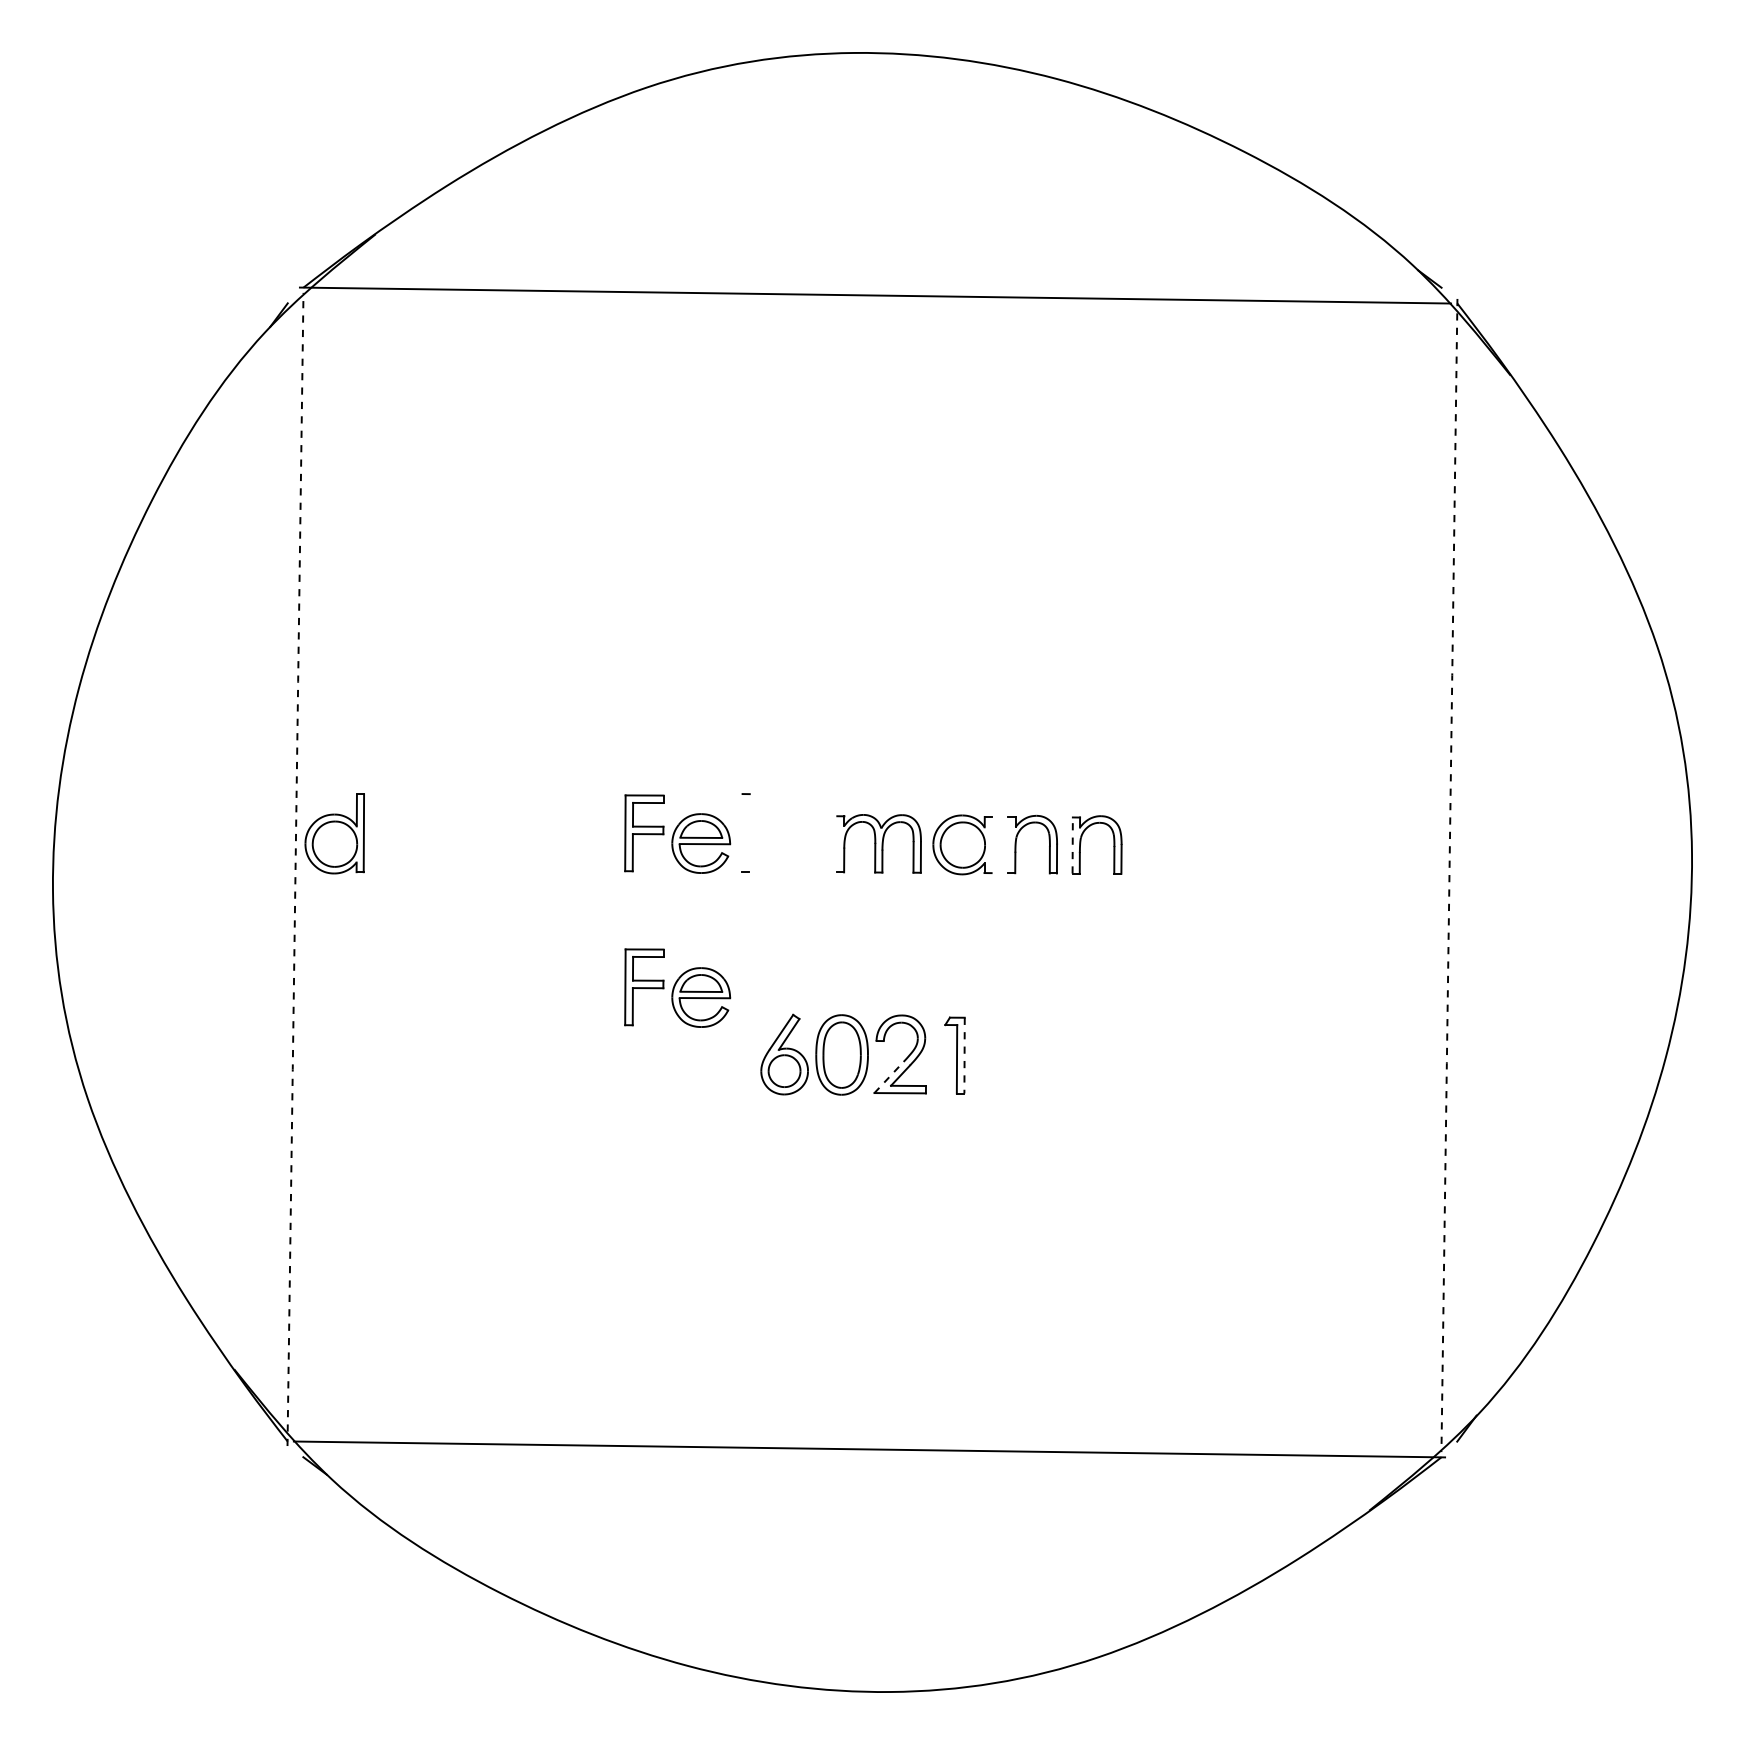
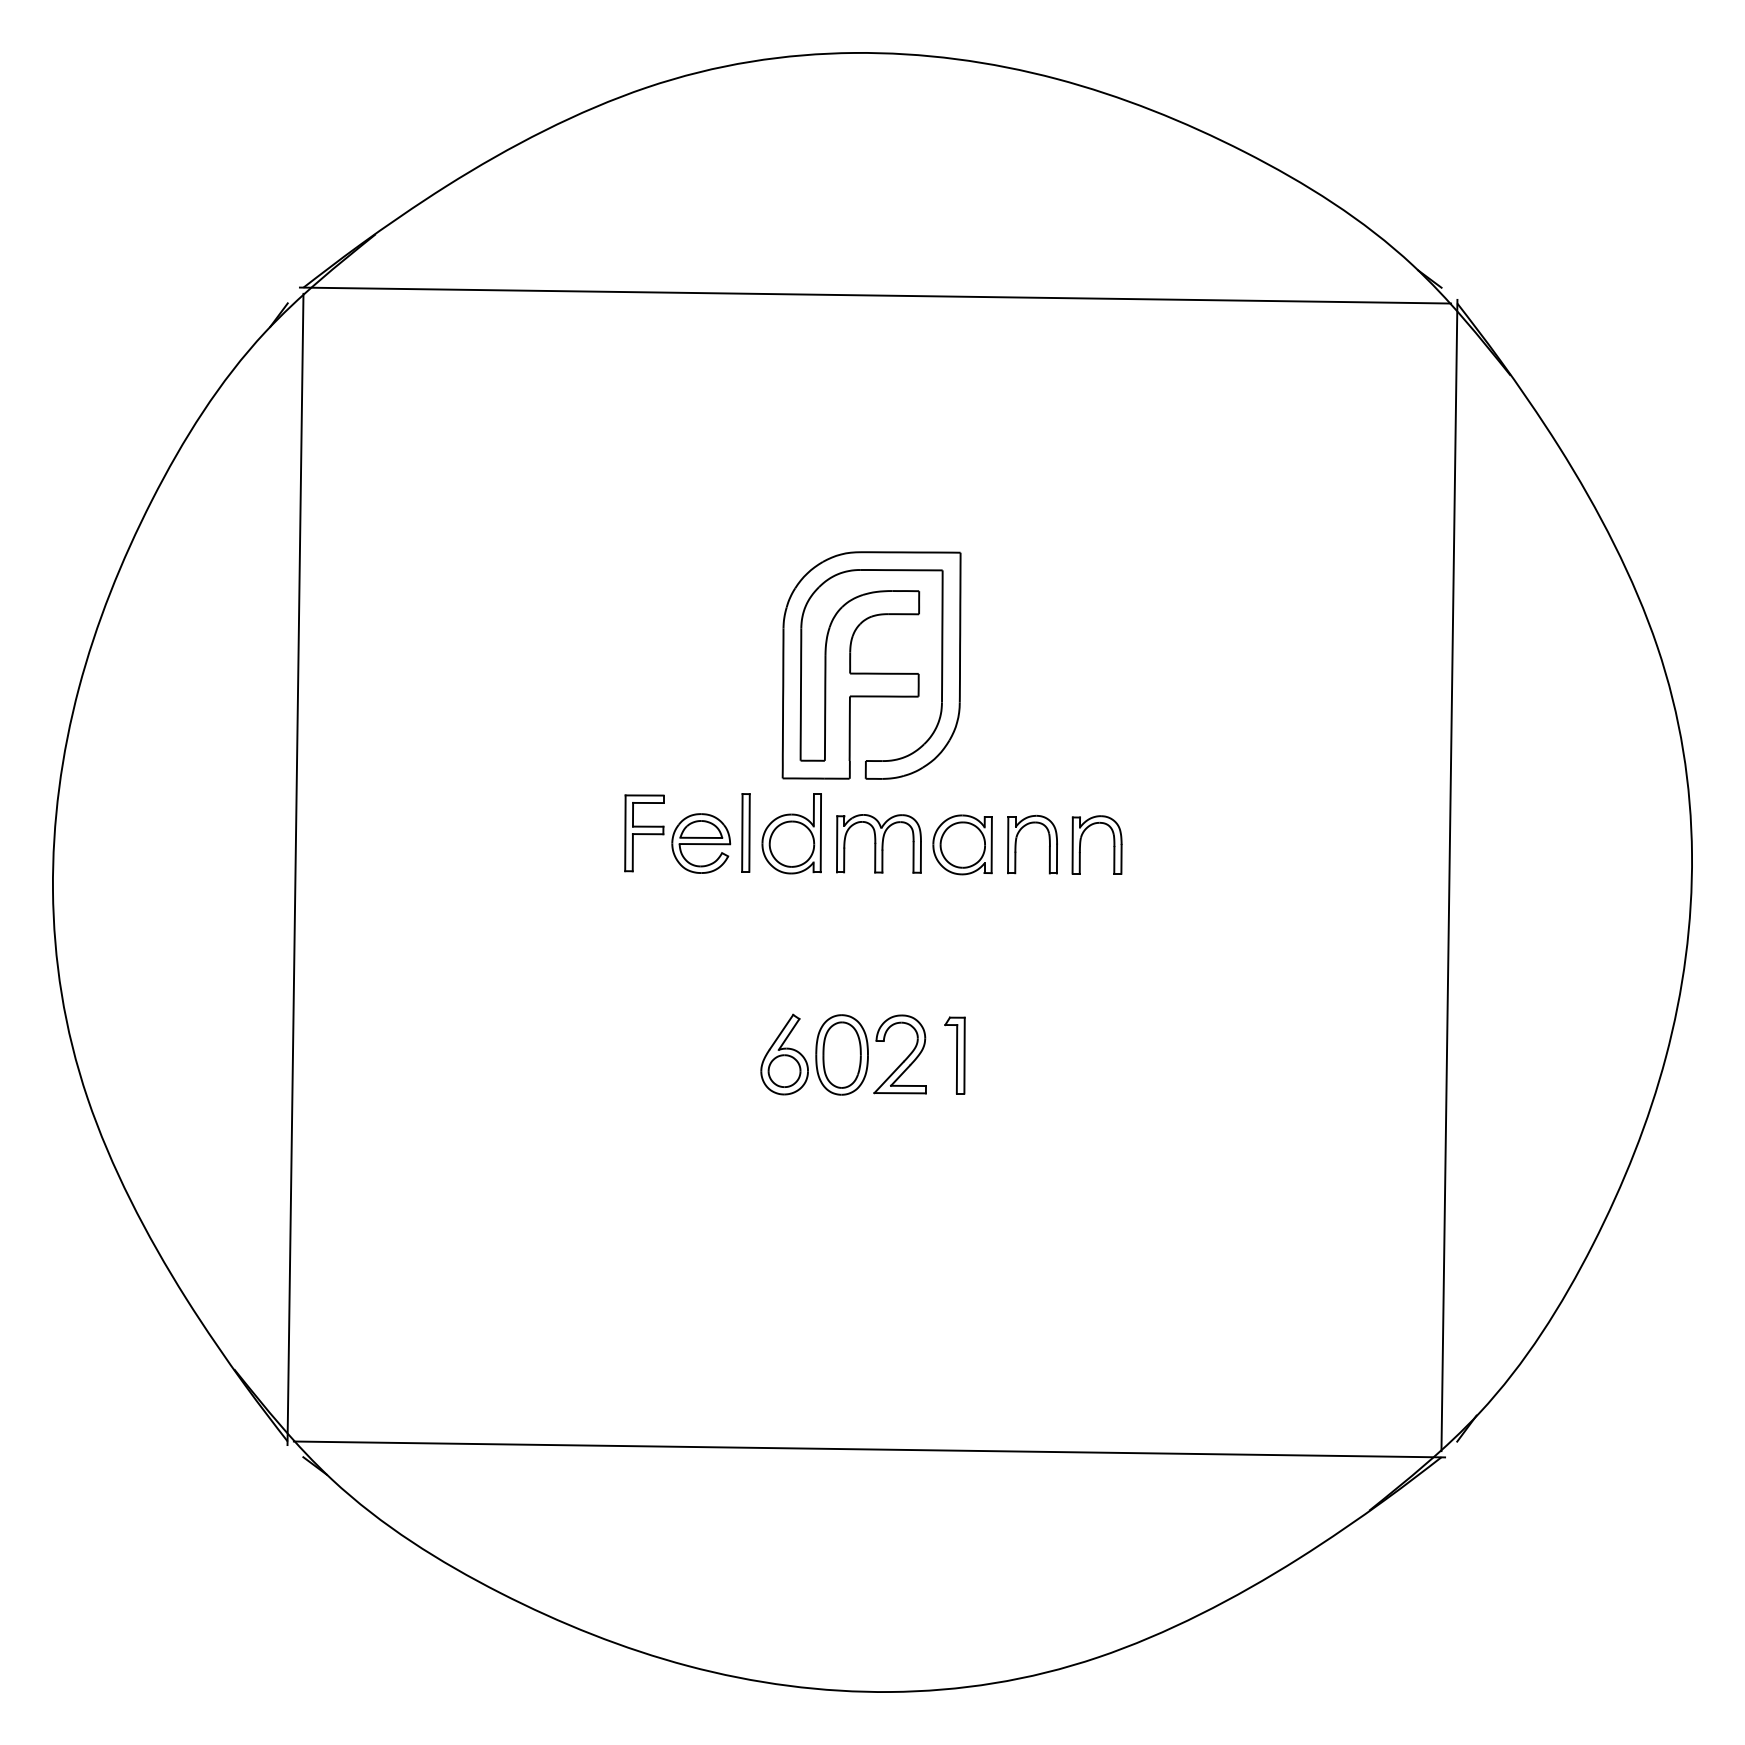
part at (871, 672): none -> present
line at (742, 832): none -> present
line at (749, 832): none -> present
part at (334, 833) position: (334, 833) -> (791, 833)
line at (837, 844): none -> present
line at (991, 845): none -> present
line at (1008, 845): none -> present
line at (1072, 845): dashed -> solid
line at (295, 868): dashed -> solid
line at (1449, 876): dashed -> solid
part at (677, 987): present -> none
line at (964, 1055): dashed -> solid
line at (889, 1077): dashed -> solid
